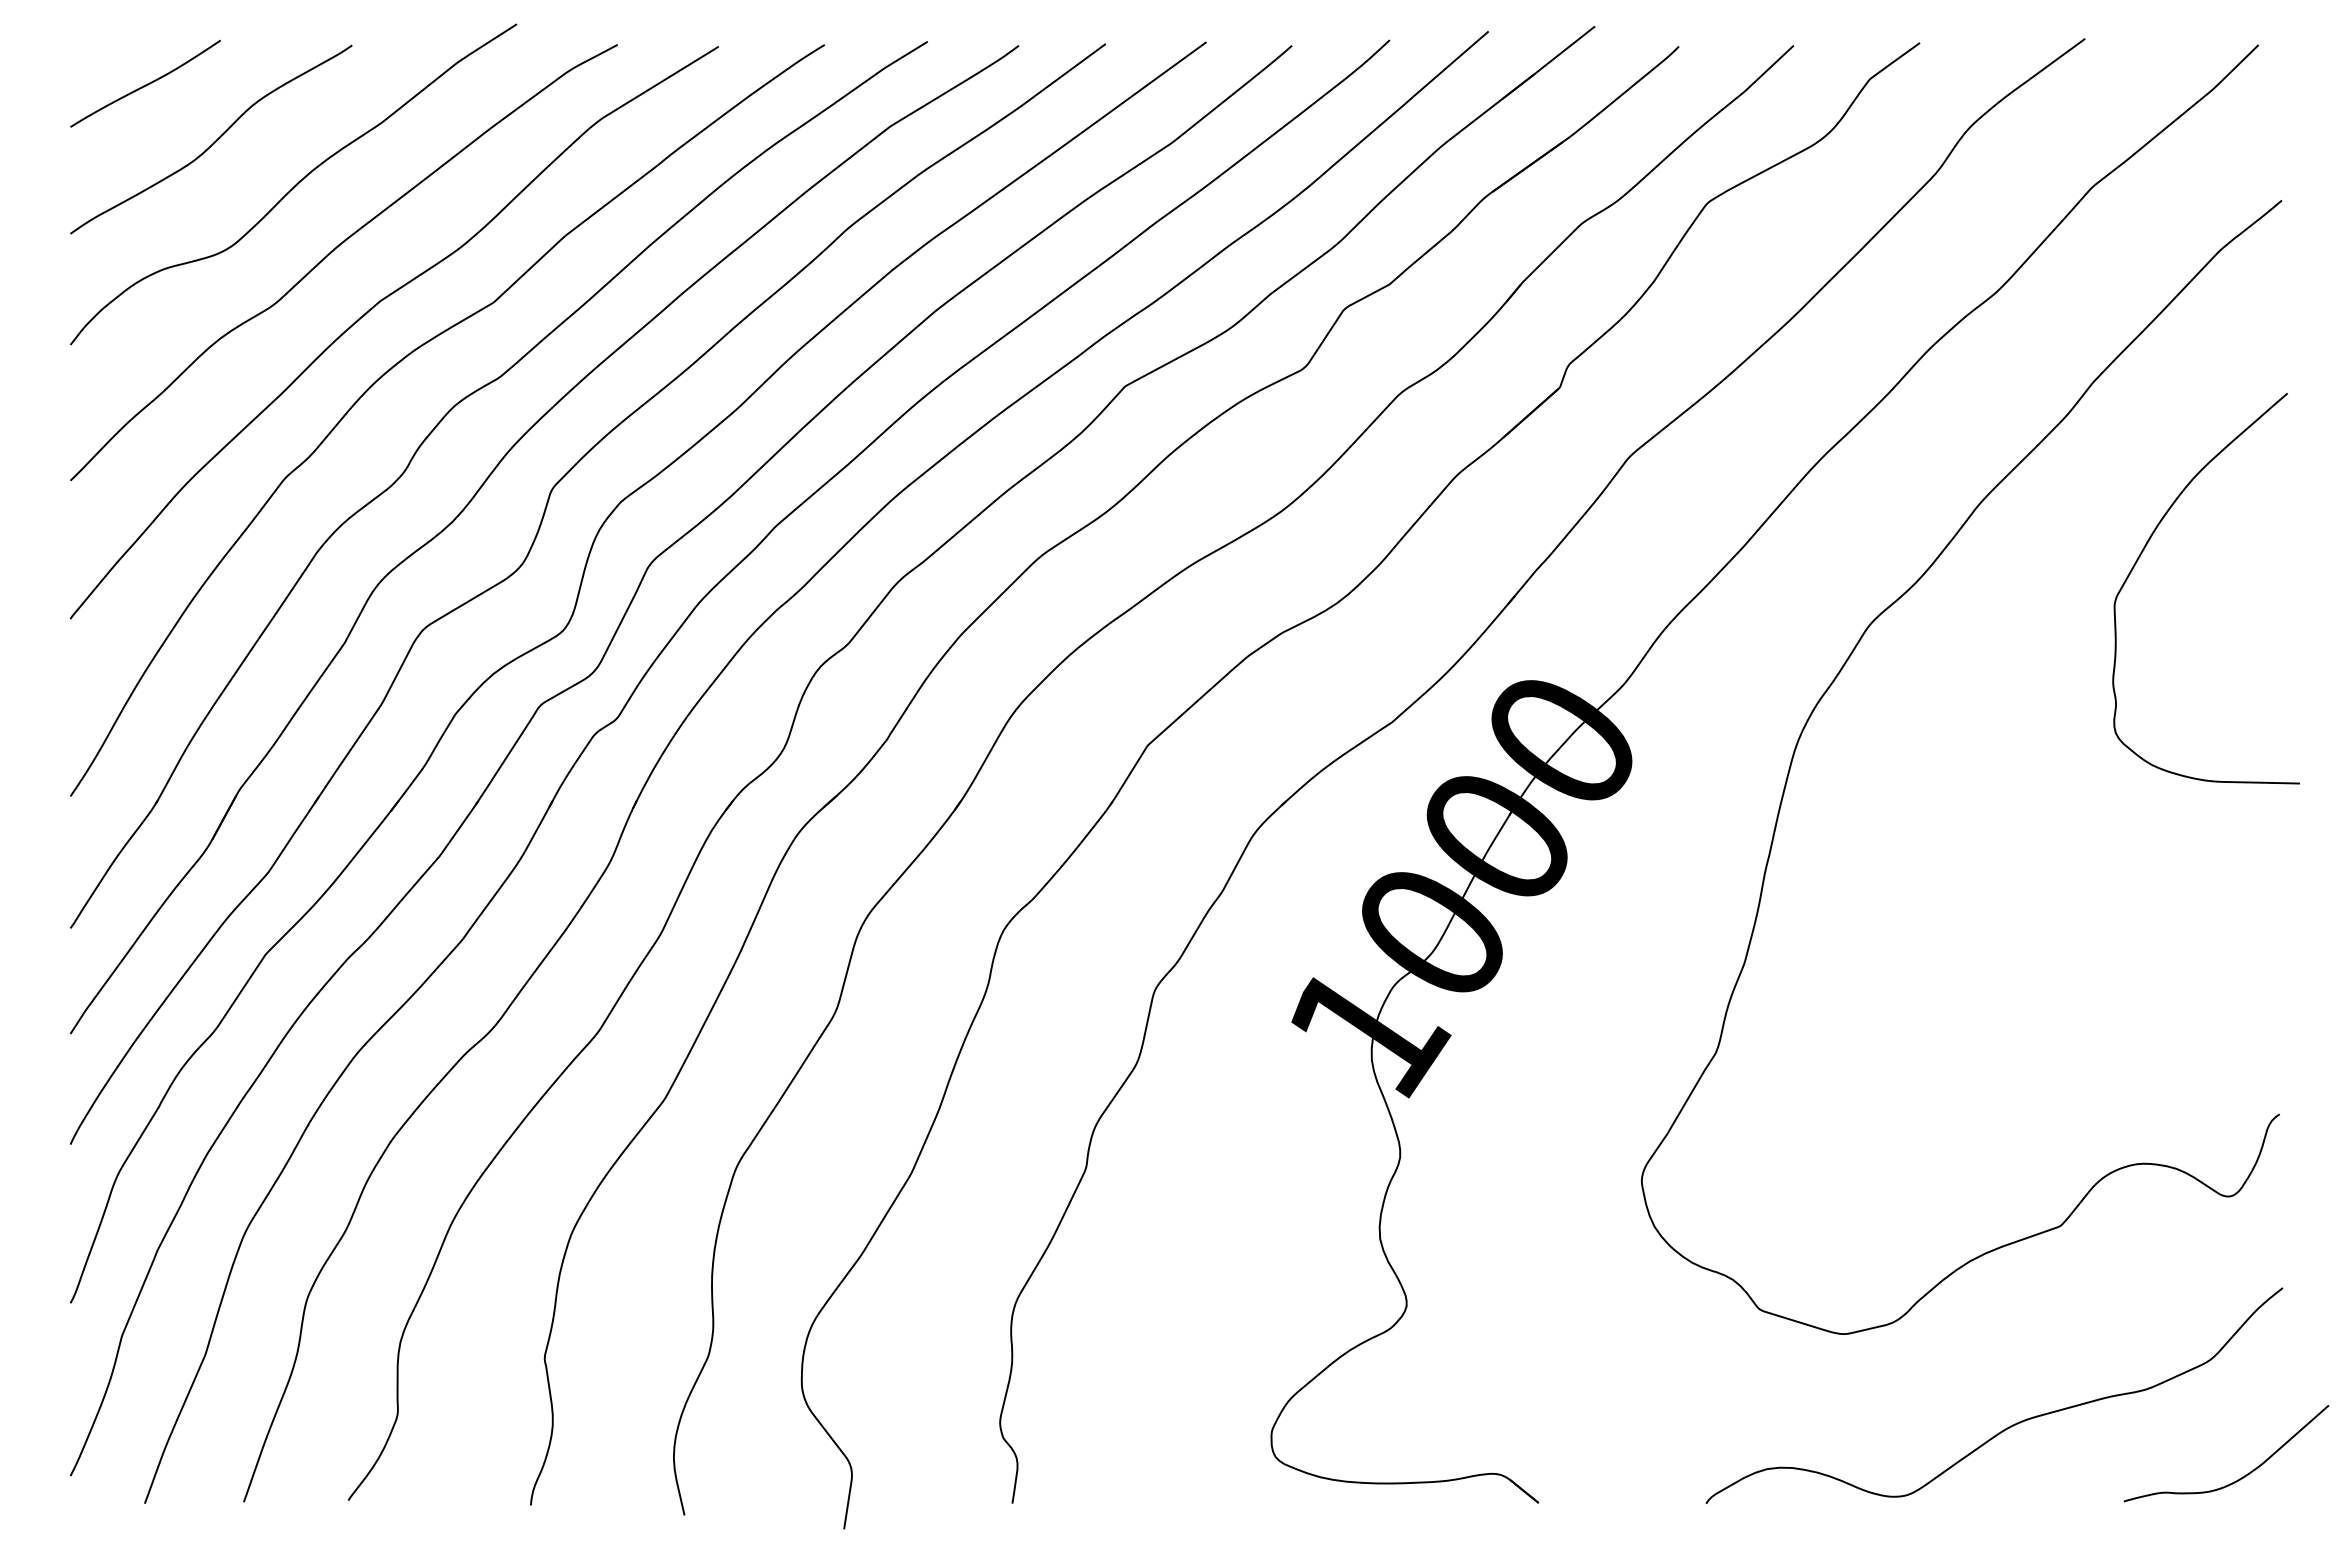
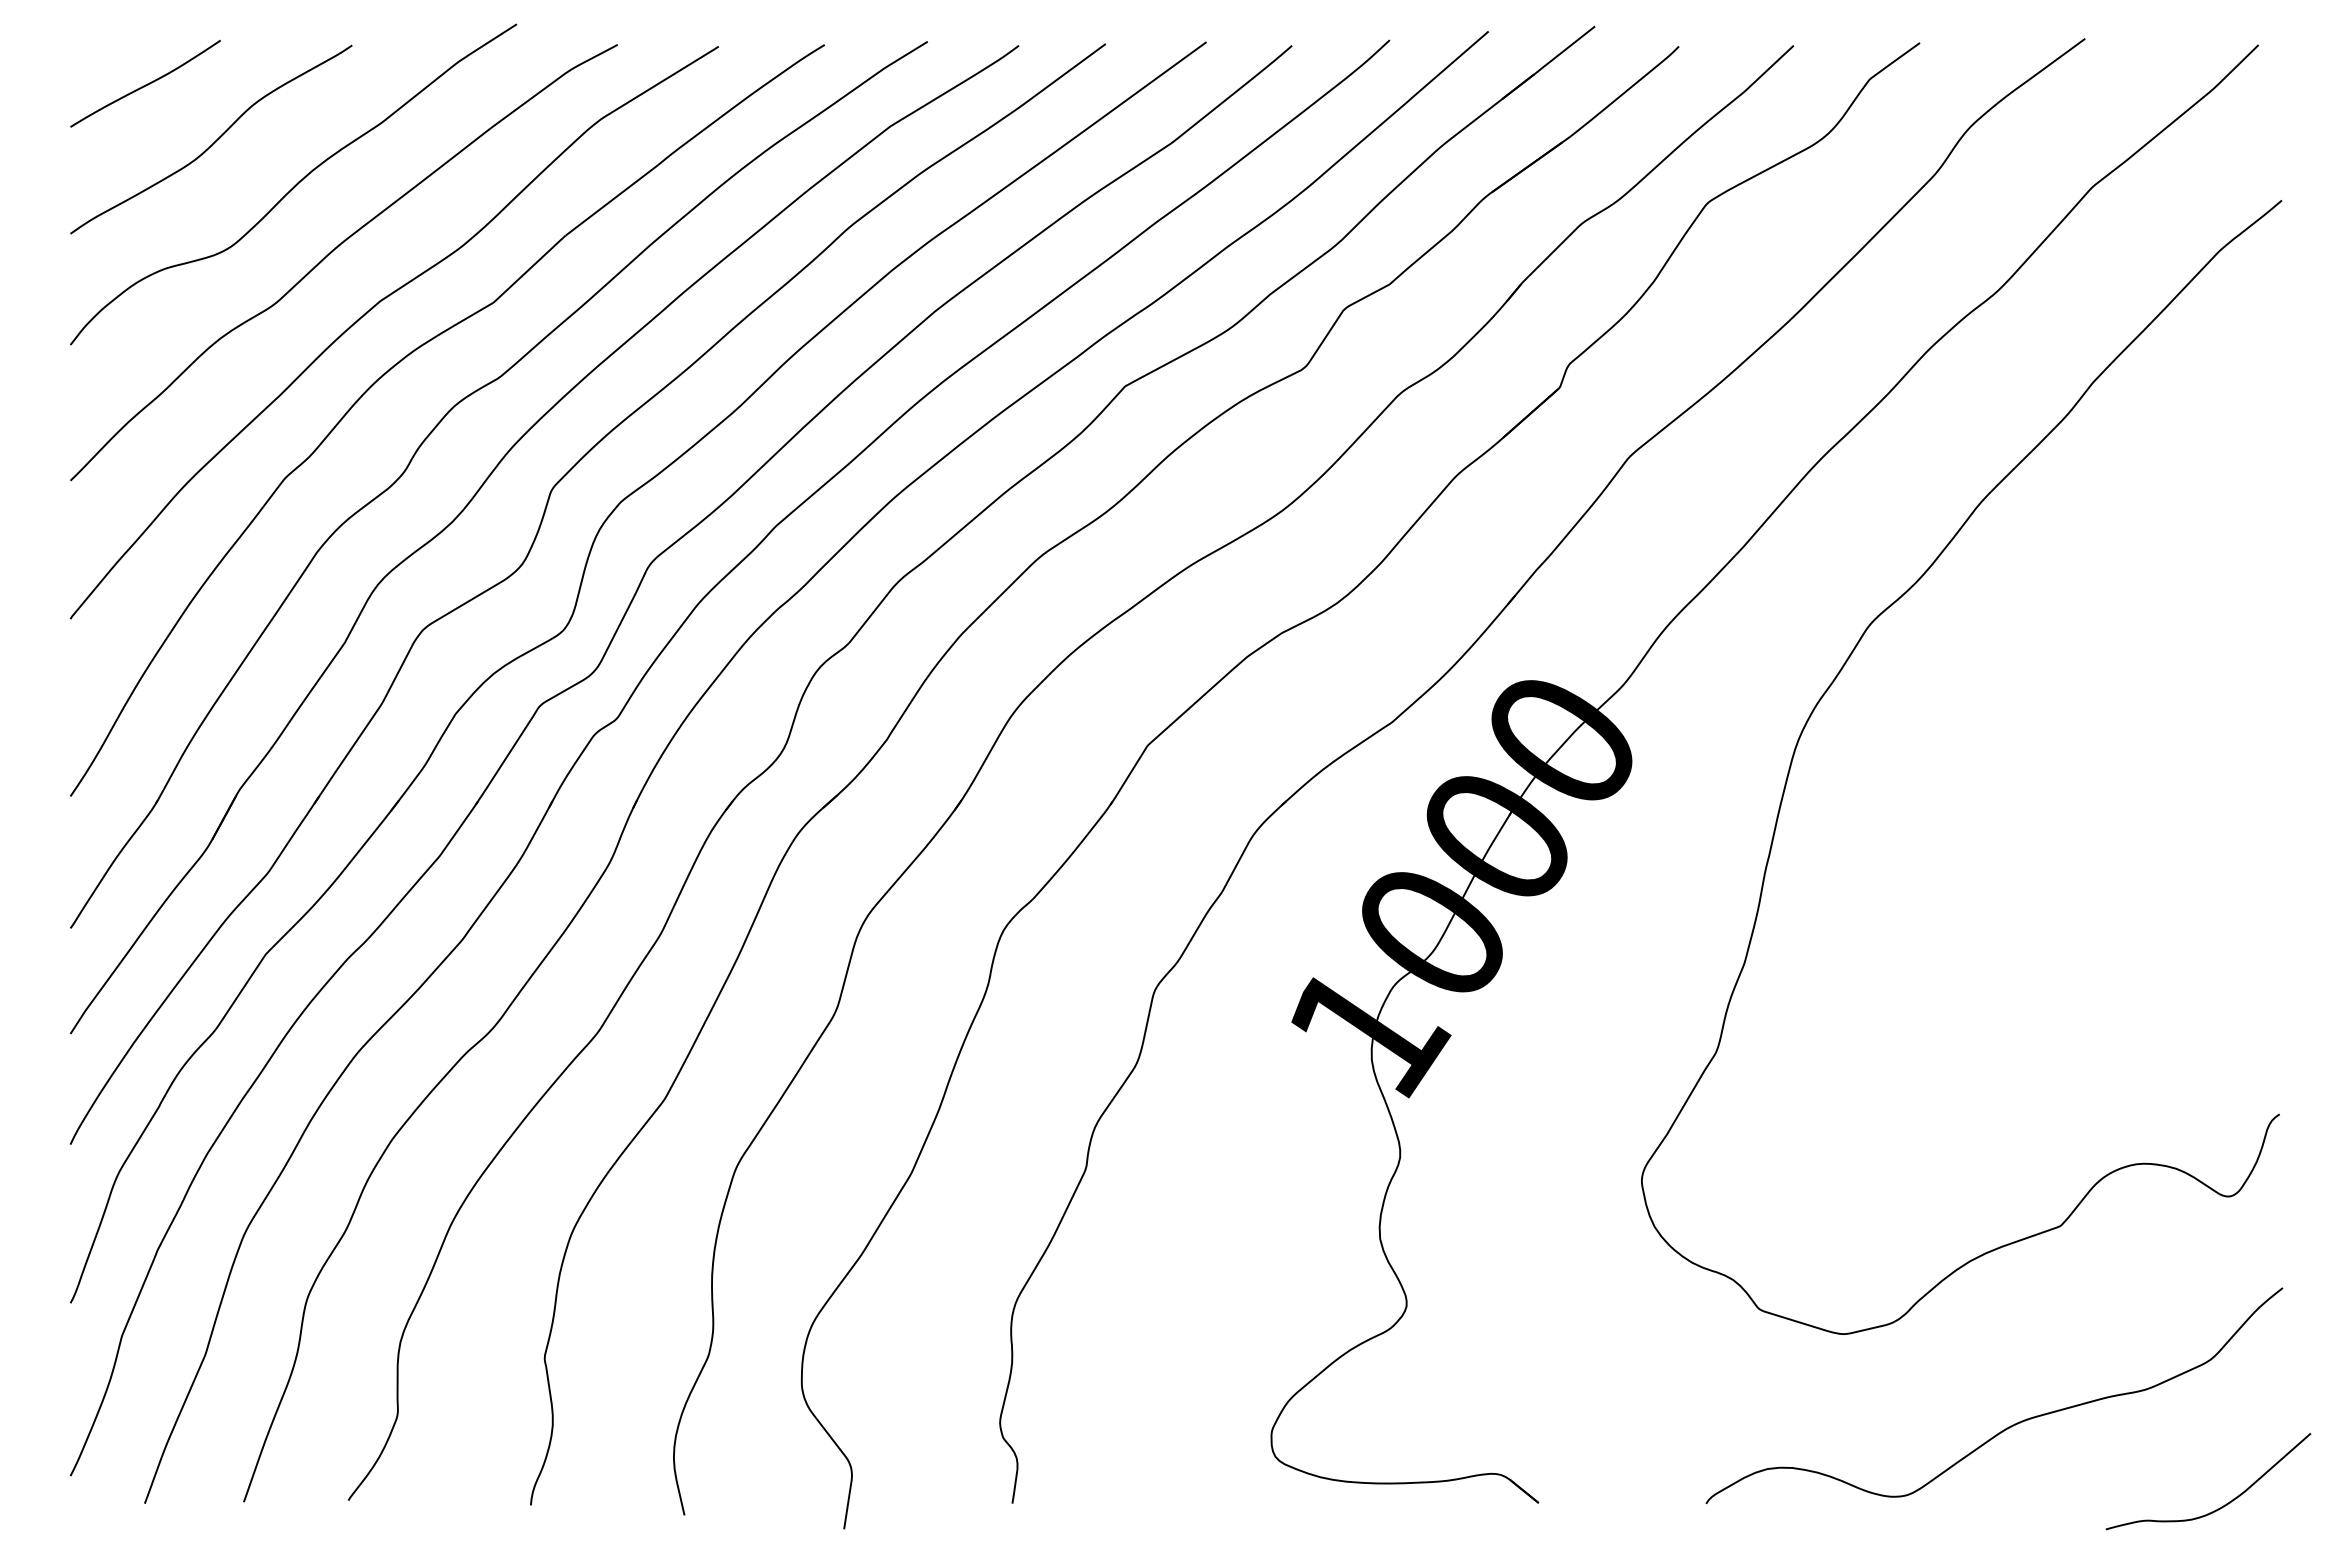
curve at (2141, 555): present -> none
curve at (2242, 1476) position: (2242, 1476) -> (2224, 1504)
